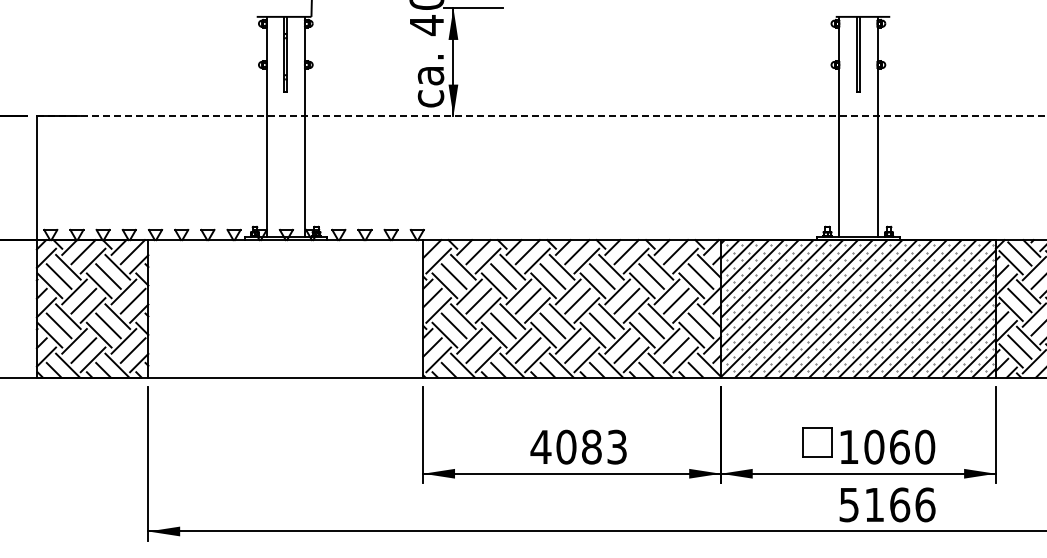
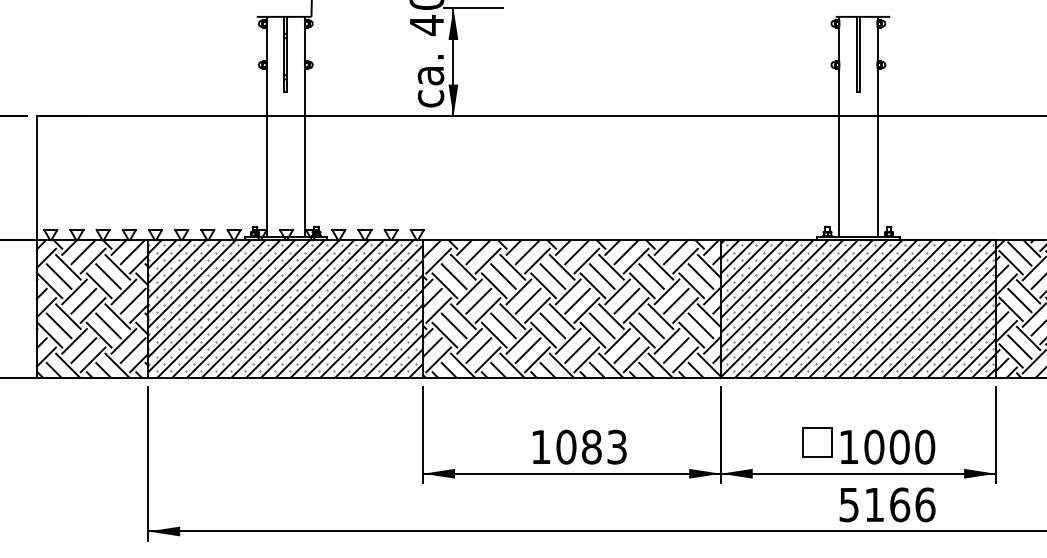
line at (541, 116): dashed -> solid
hatch at (285, 308): none -> present
text at (540, 446): 4083 -> 1083
text at (899, 446): 1060 -> 1000
